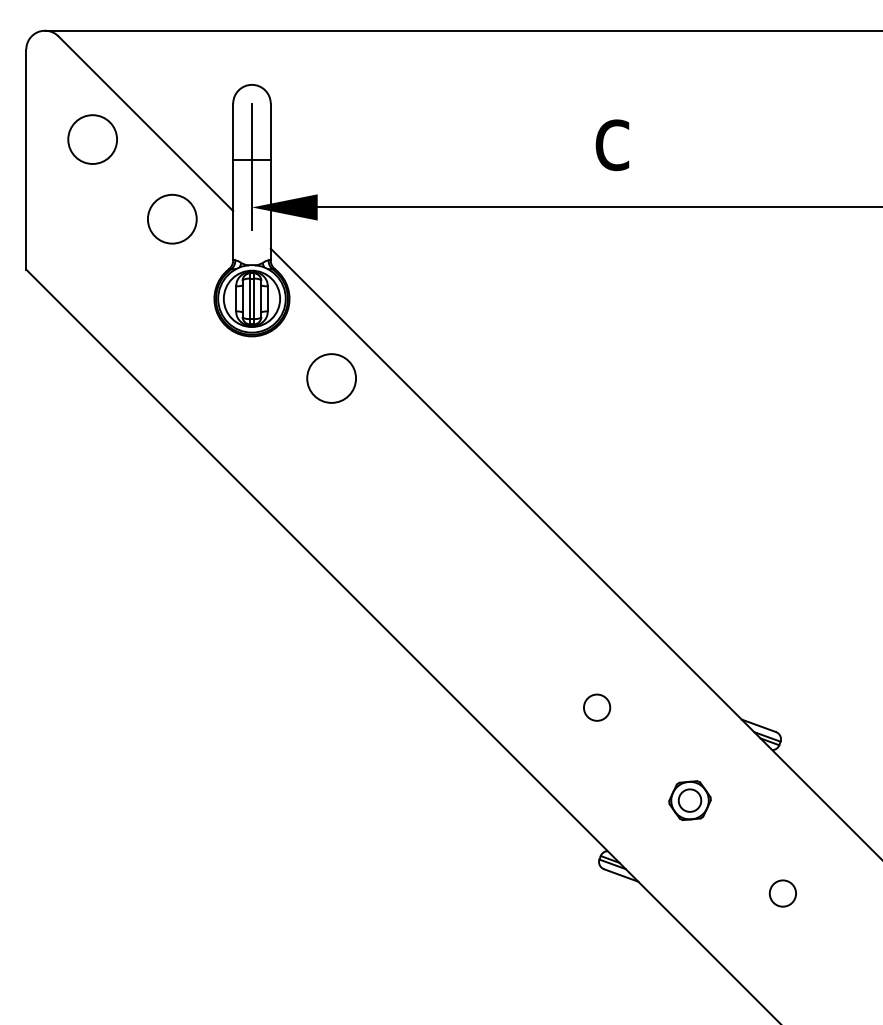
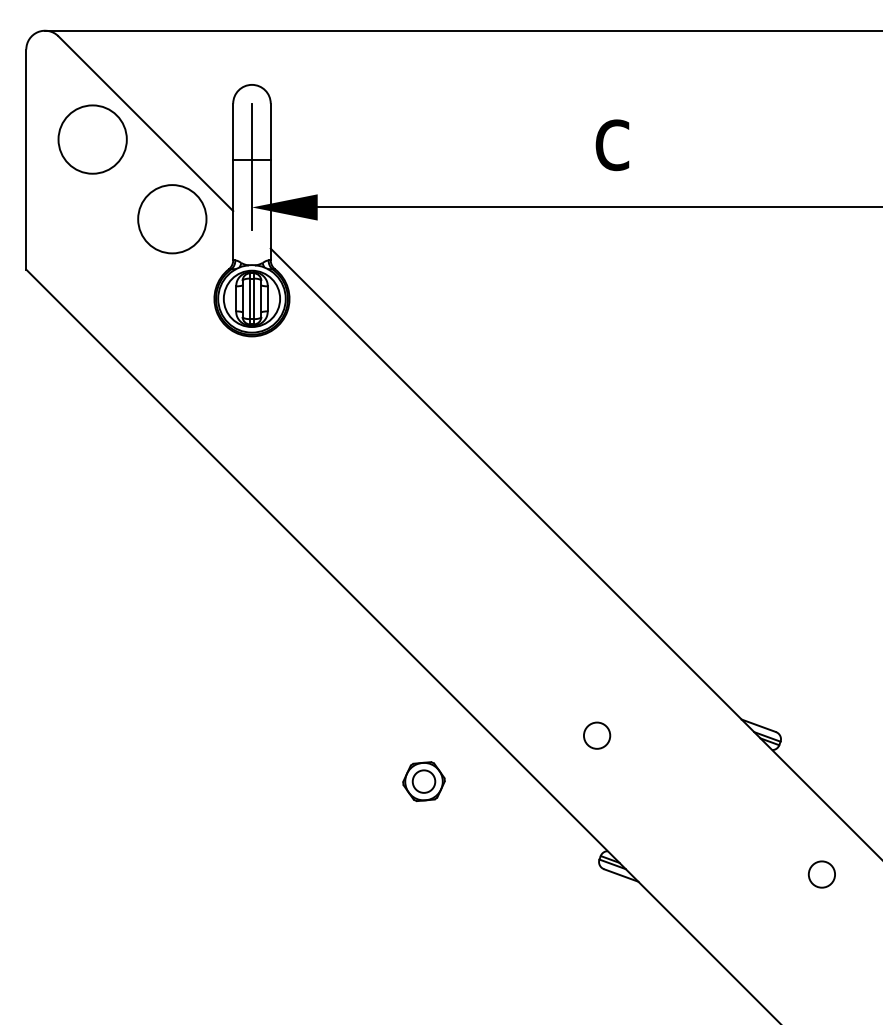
circle at (92, 139) diameter: 49 px -> 68 px
circle at (171, 218) diameter: 49 px -> 68 px
circle at (331, 378): present -> none
circle at (597, 707) position: (597, 707) -> (597, 735)
part at (689, 800) position: (689, 800) -> (423, 781)
circle at (782, 893) position: (782, 893) -> (821, 874)
